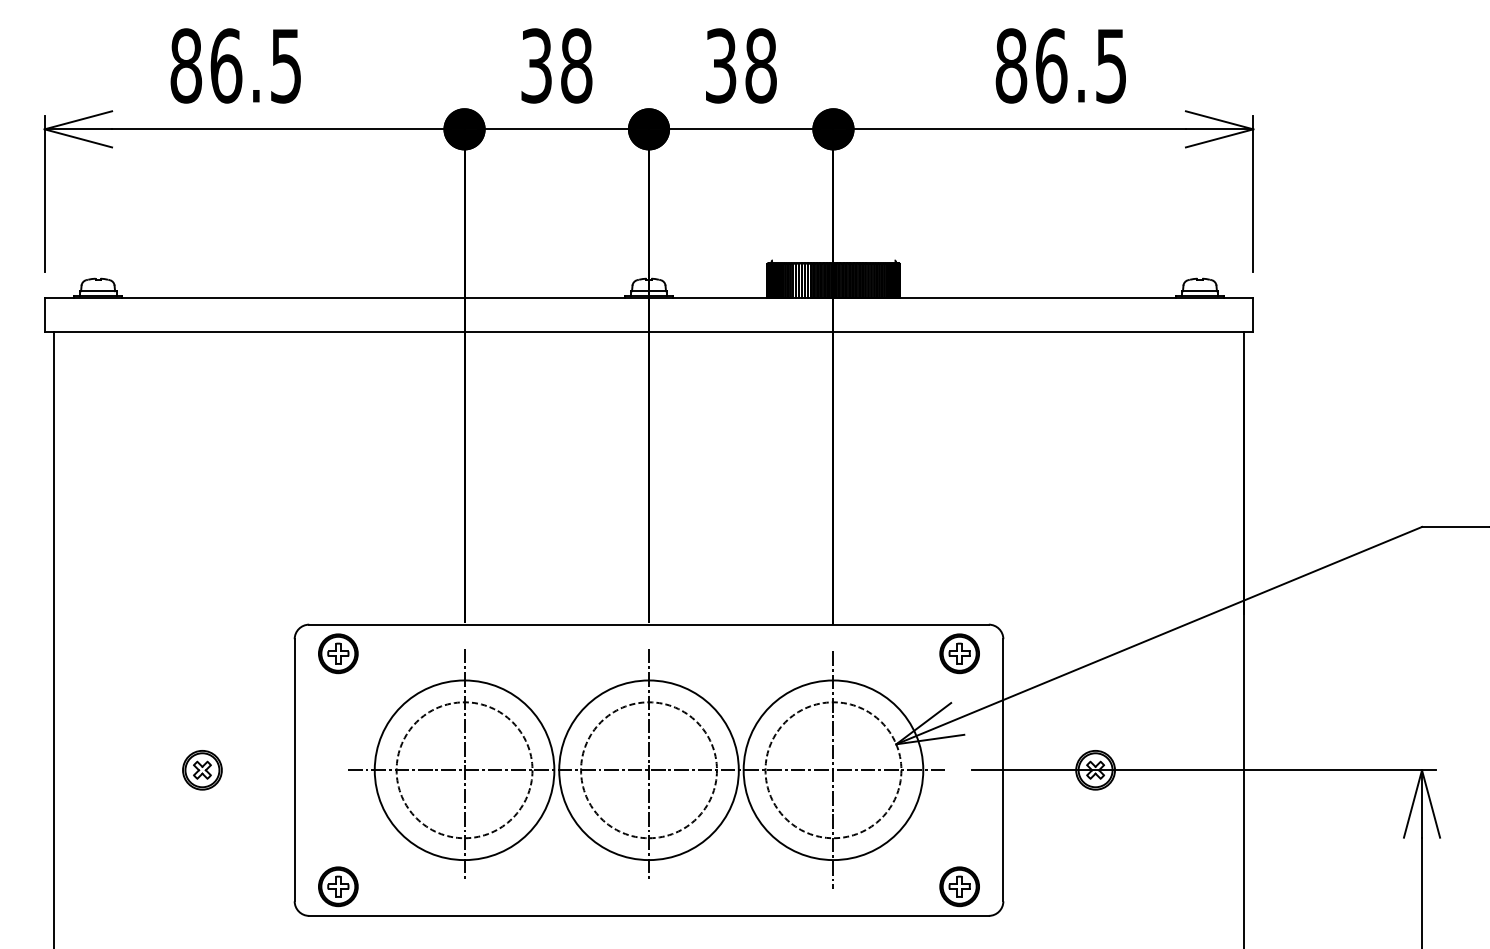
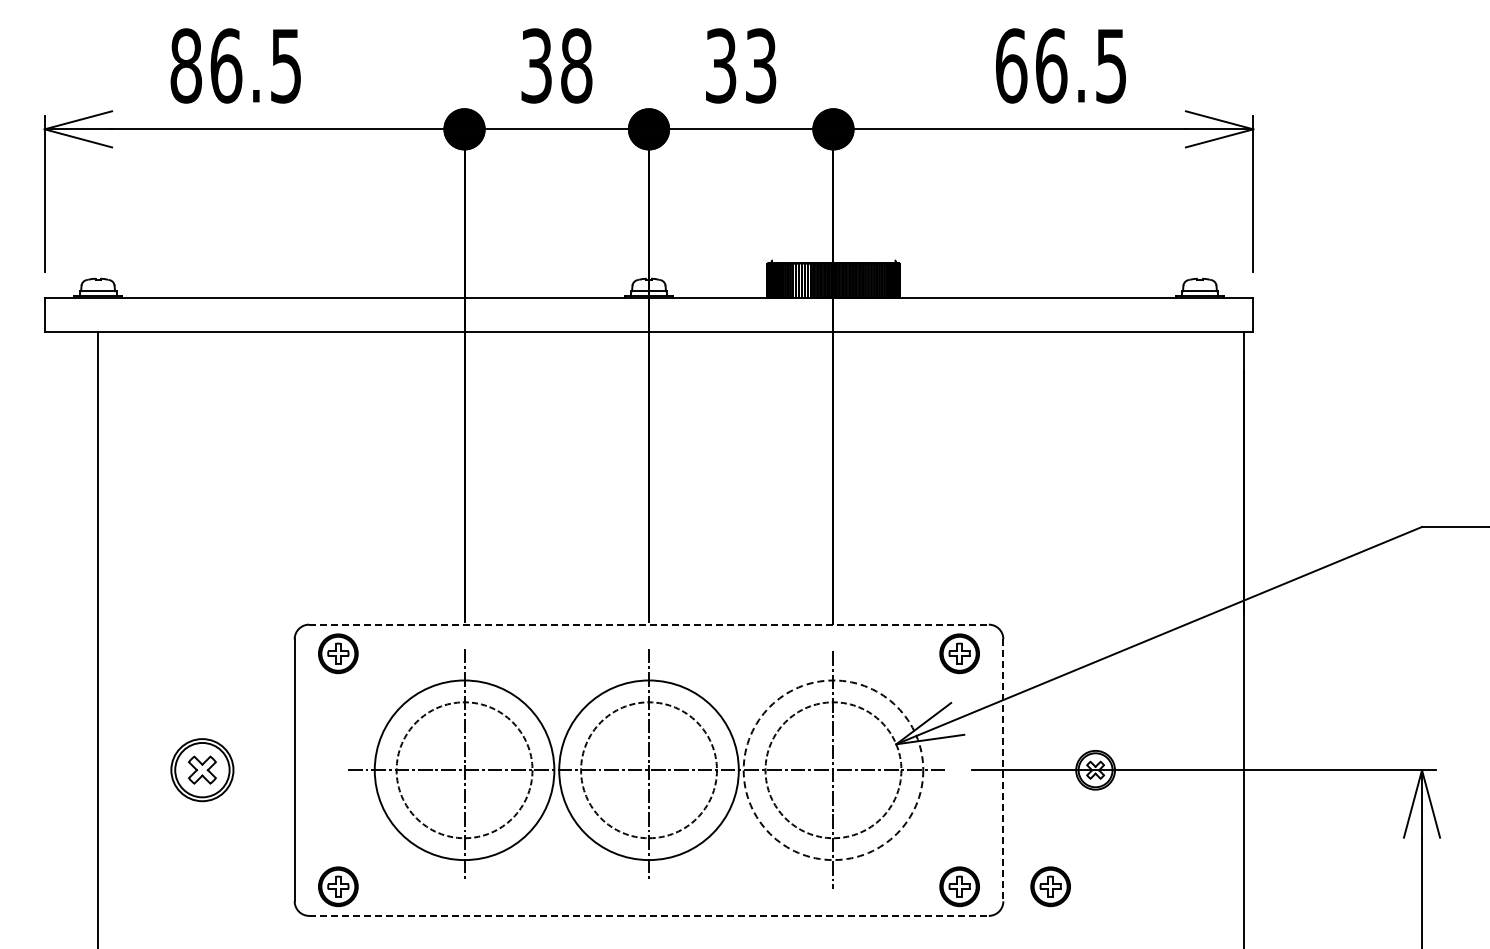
text at (760, 65): 38 -> 33
text at (1011, 65): 86.5 -> 66.5
line at (649, 624): solid -> dashed
line at (54, 638) position: (54, 638) -> (98, 638)
part at (202, 770) size: 41x41 px -> 65x65 px
circle at (833, 770): solid -> dashed
line at (1003, 770): solid -> dashed
part at (1050, 886): none -> present
line at (649, 915): solid -> dashed
